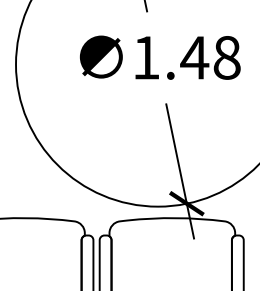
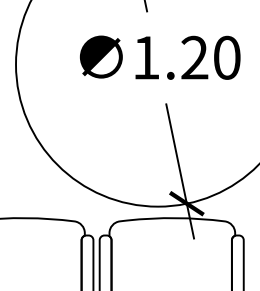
text at (210, 57): 1.48 -> 1.20
